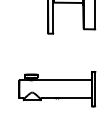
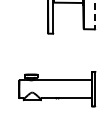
line at (95, 15): solid -> dashed
